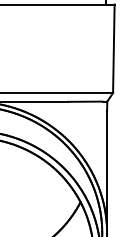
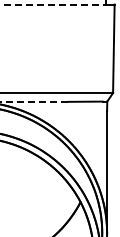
line at (54, 4): solid -> dashed
line at (34, 101): solid -> dashed
